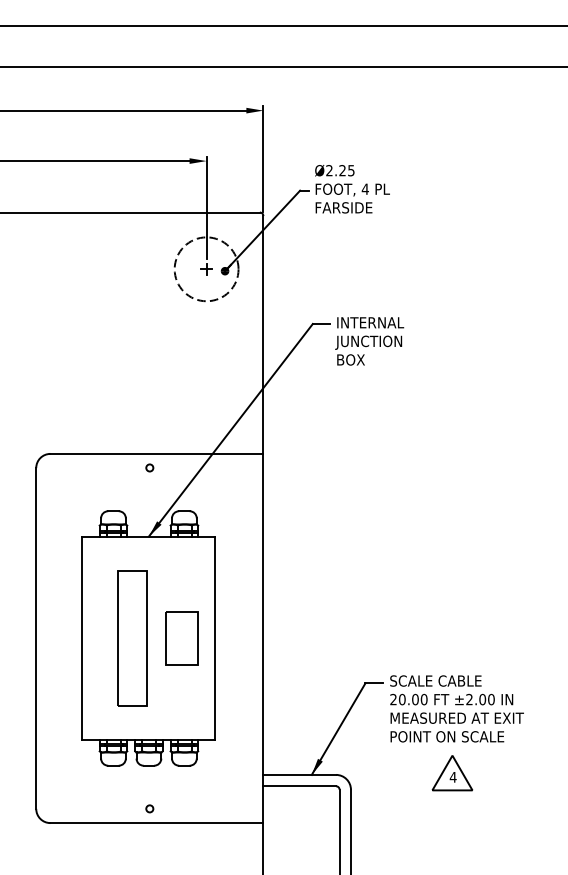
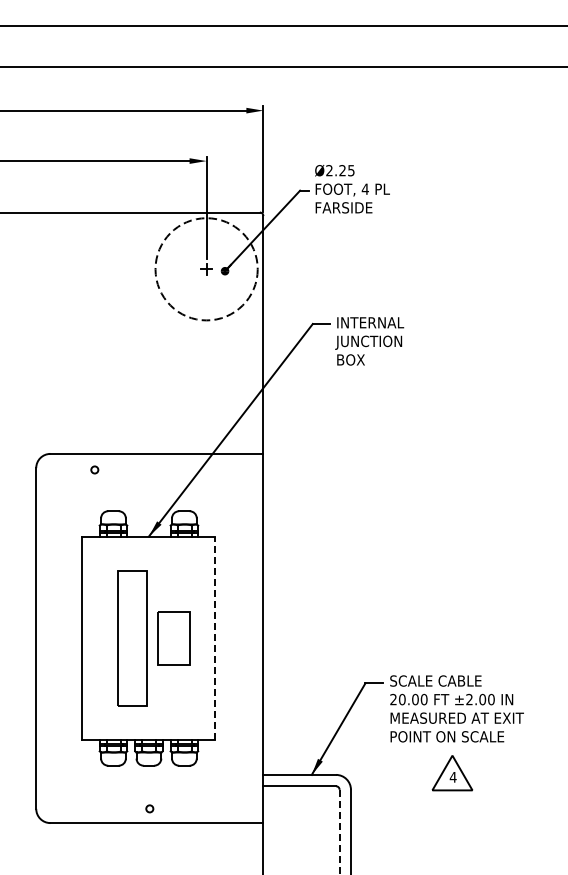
circle at (206, 269) diameter: 64 px -> 102 px
circle at (149, 467) position: (149, 467) -> (94, 469)
part at (181, 638) position: (181, 638) -> (173, 638)
line at (215, 638): solid -> dashed
line at (339, 832): solid -> dashed
